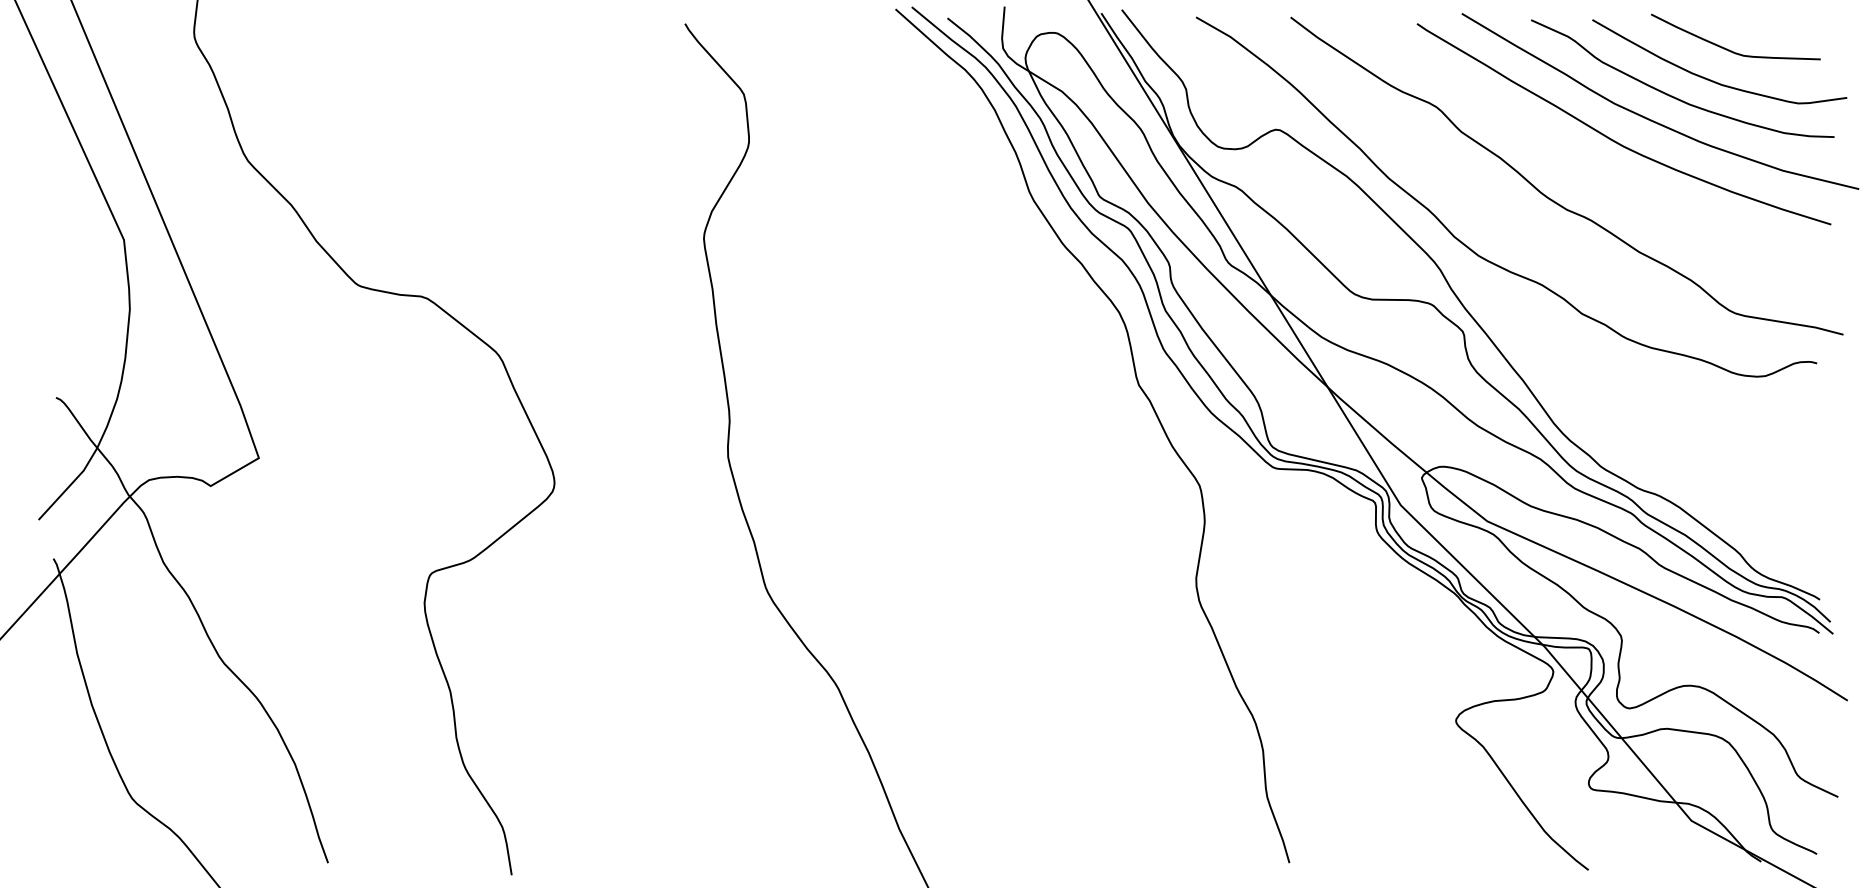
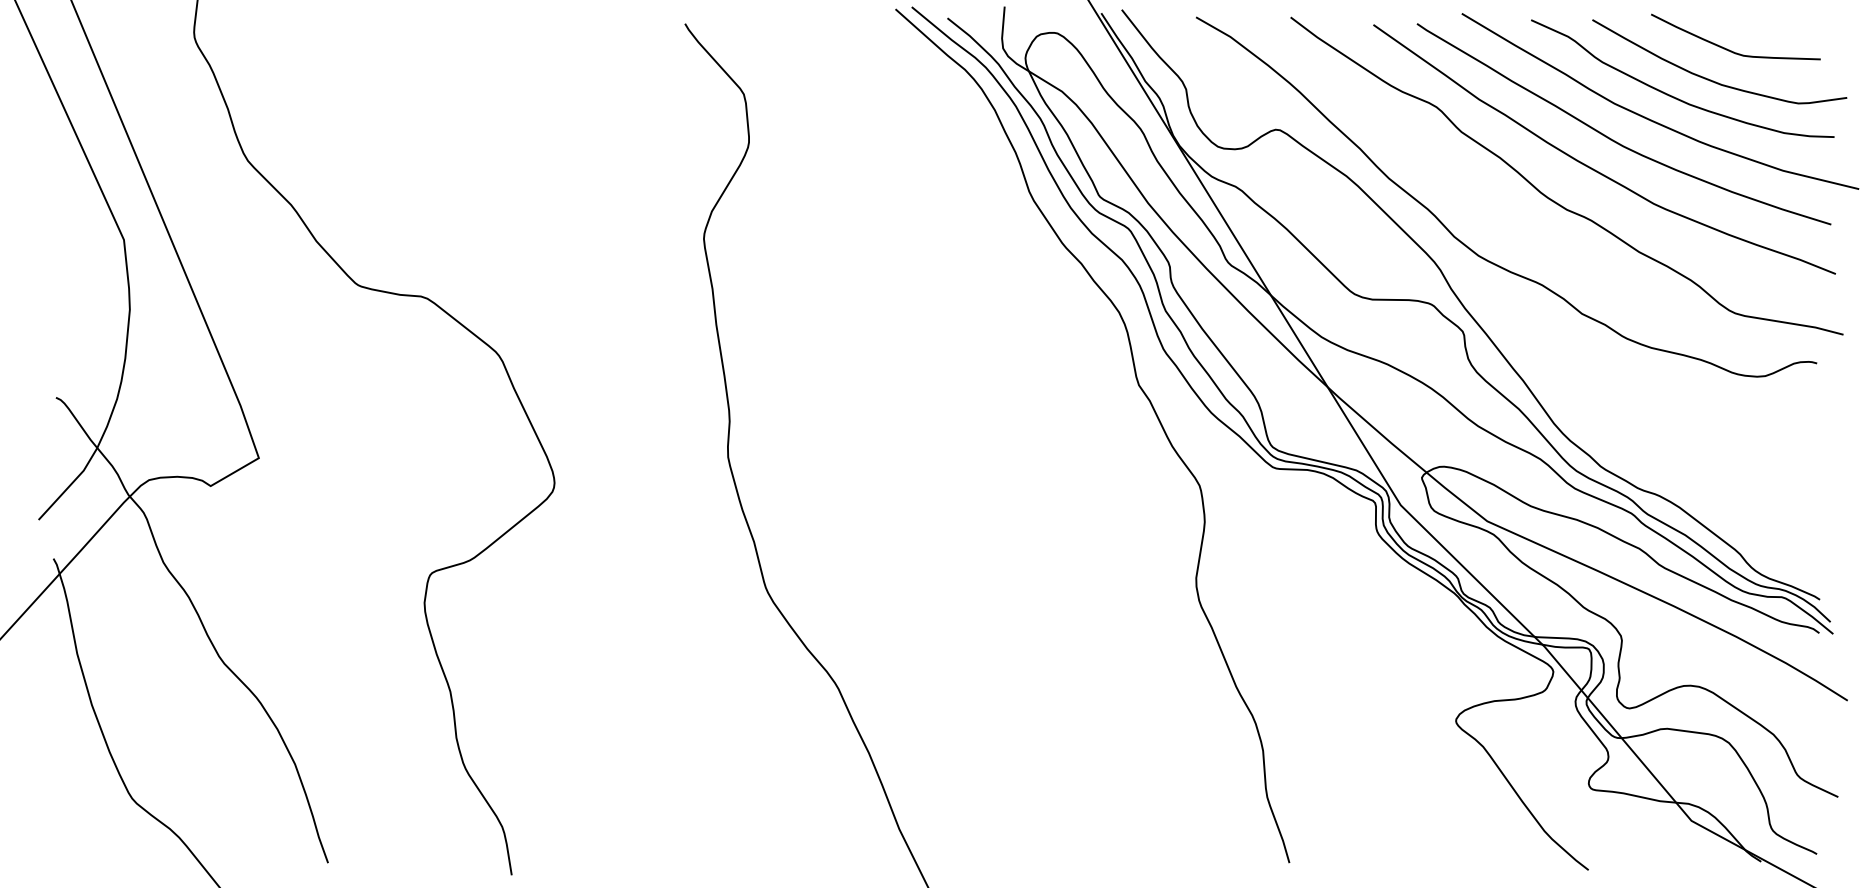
curve at (1595, 169): none -> present
